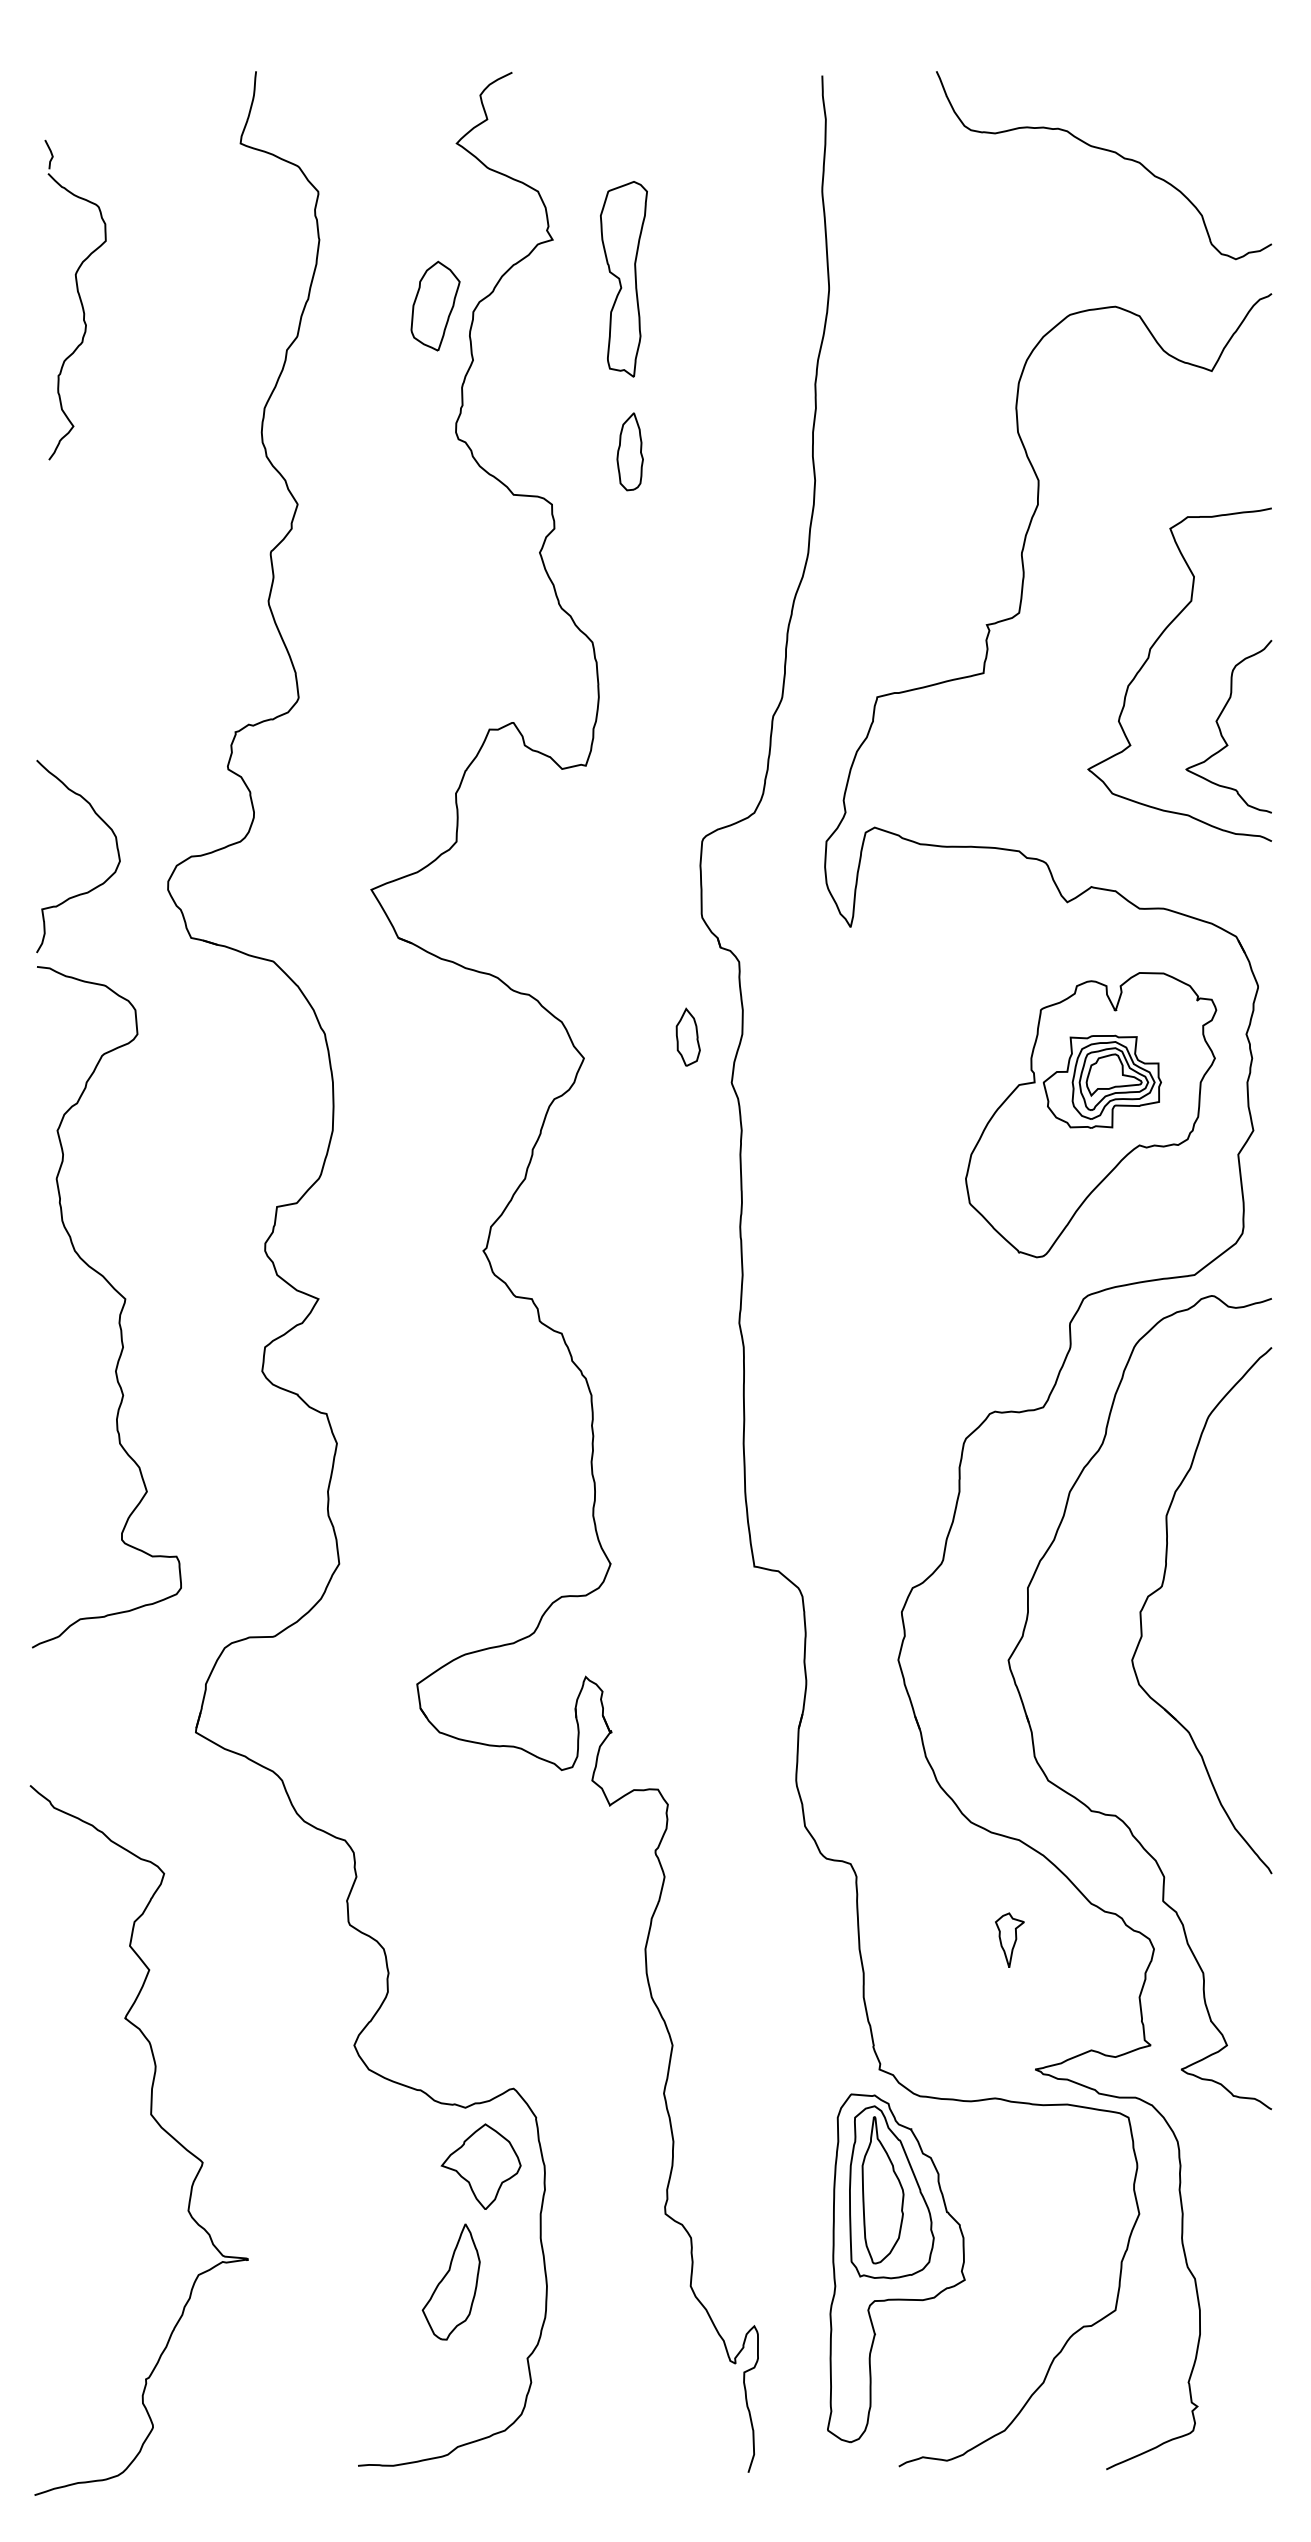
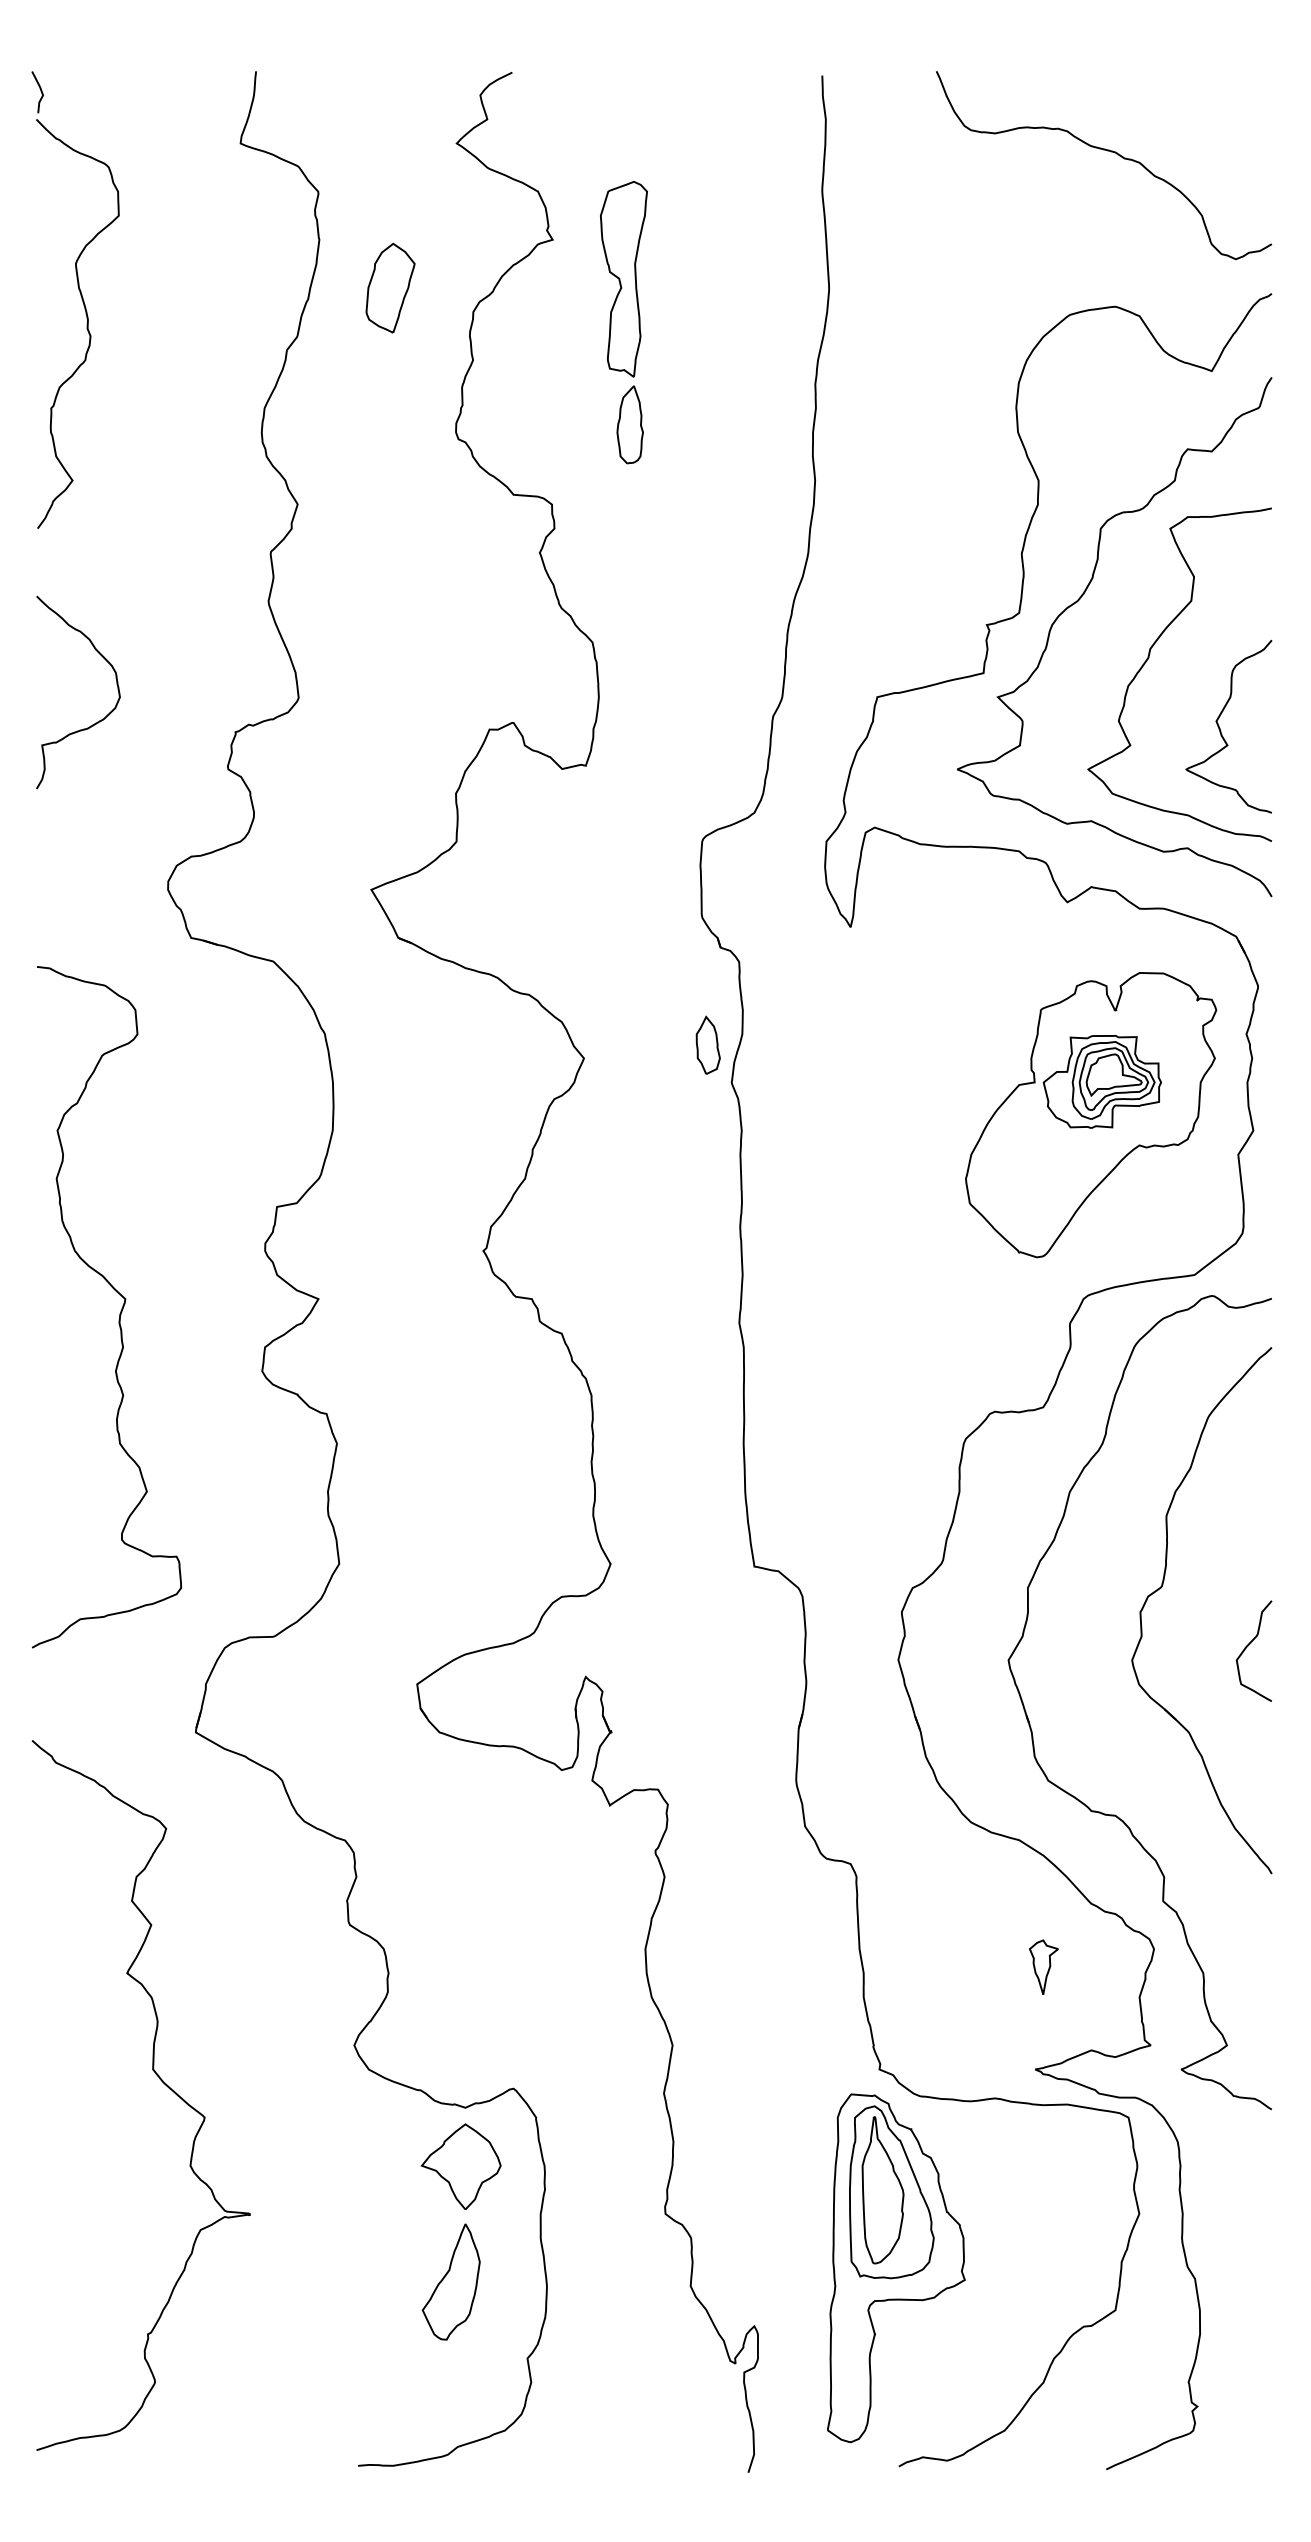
part at (75, 299) size: 63x322 px -> 89x458 px
part at (435, 305) position: (435, 305) -> (390, 287)
part at (629, 451) position: (629, 451) -> (629, 424)
curve at (1078, 601): none -> present
curve at (95, 886) position: (95, 886) -> (95, 722)
part at (687, 1036) position: (687, 1036) -> (707, 1044)
curve at (1249, 1645): none -> present
part at (1009, 1939) position: (1009, 1939) -> (1043, 1966)
curve at (157, 2124) position: (157, 2124) -> (159, 2079)
part at (480, 2166) position: (480, 2166) -> (460, 2166)
